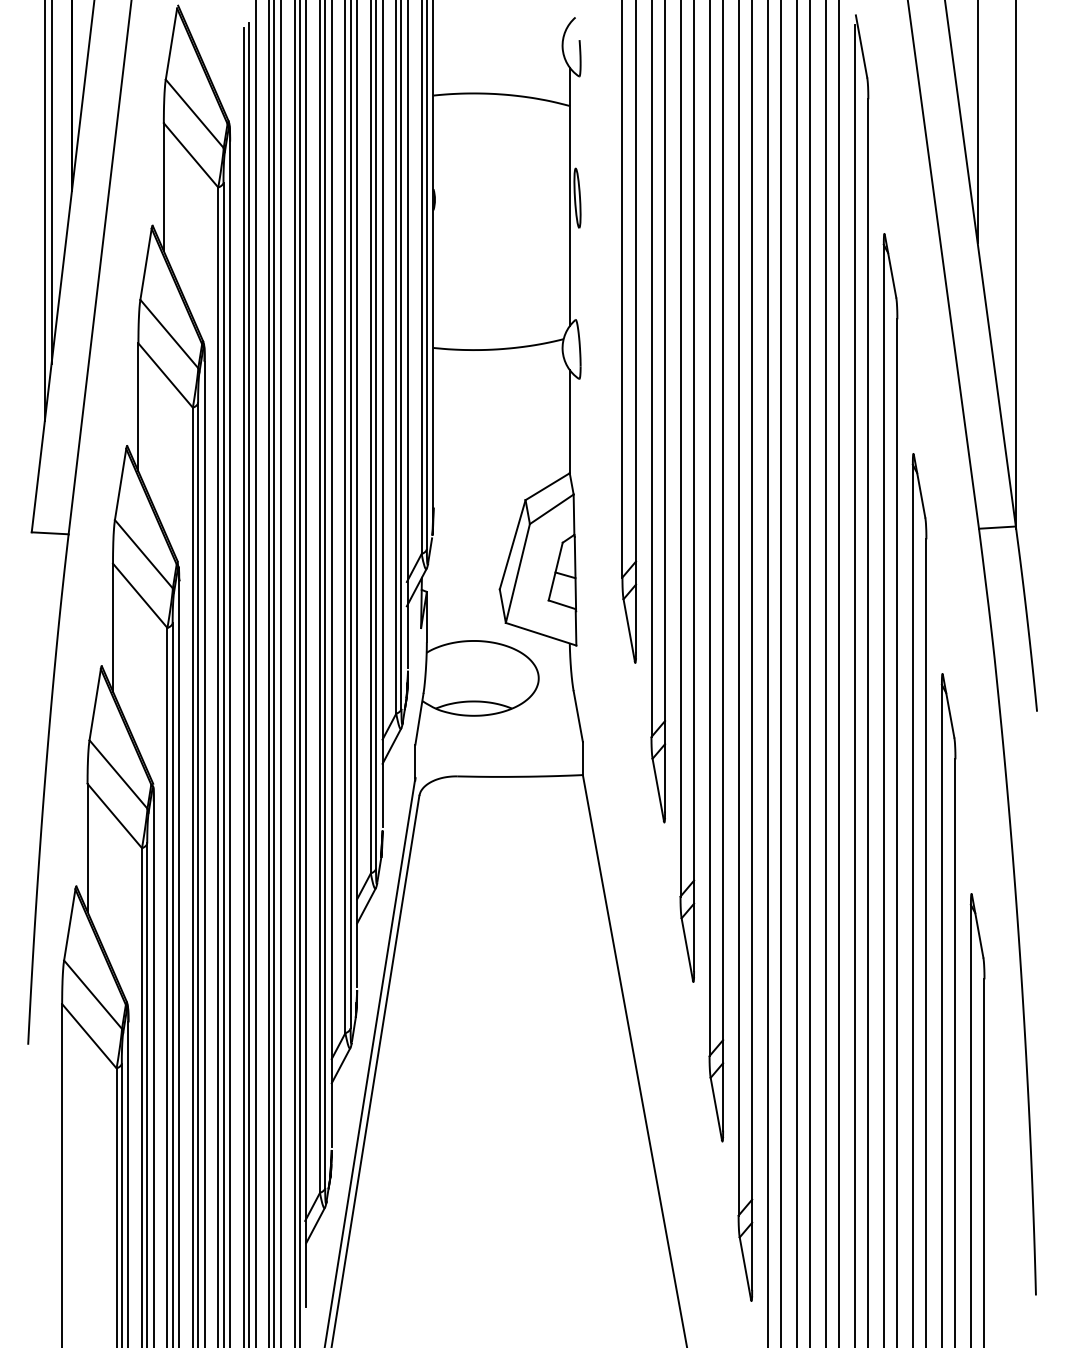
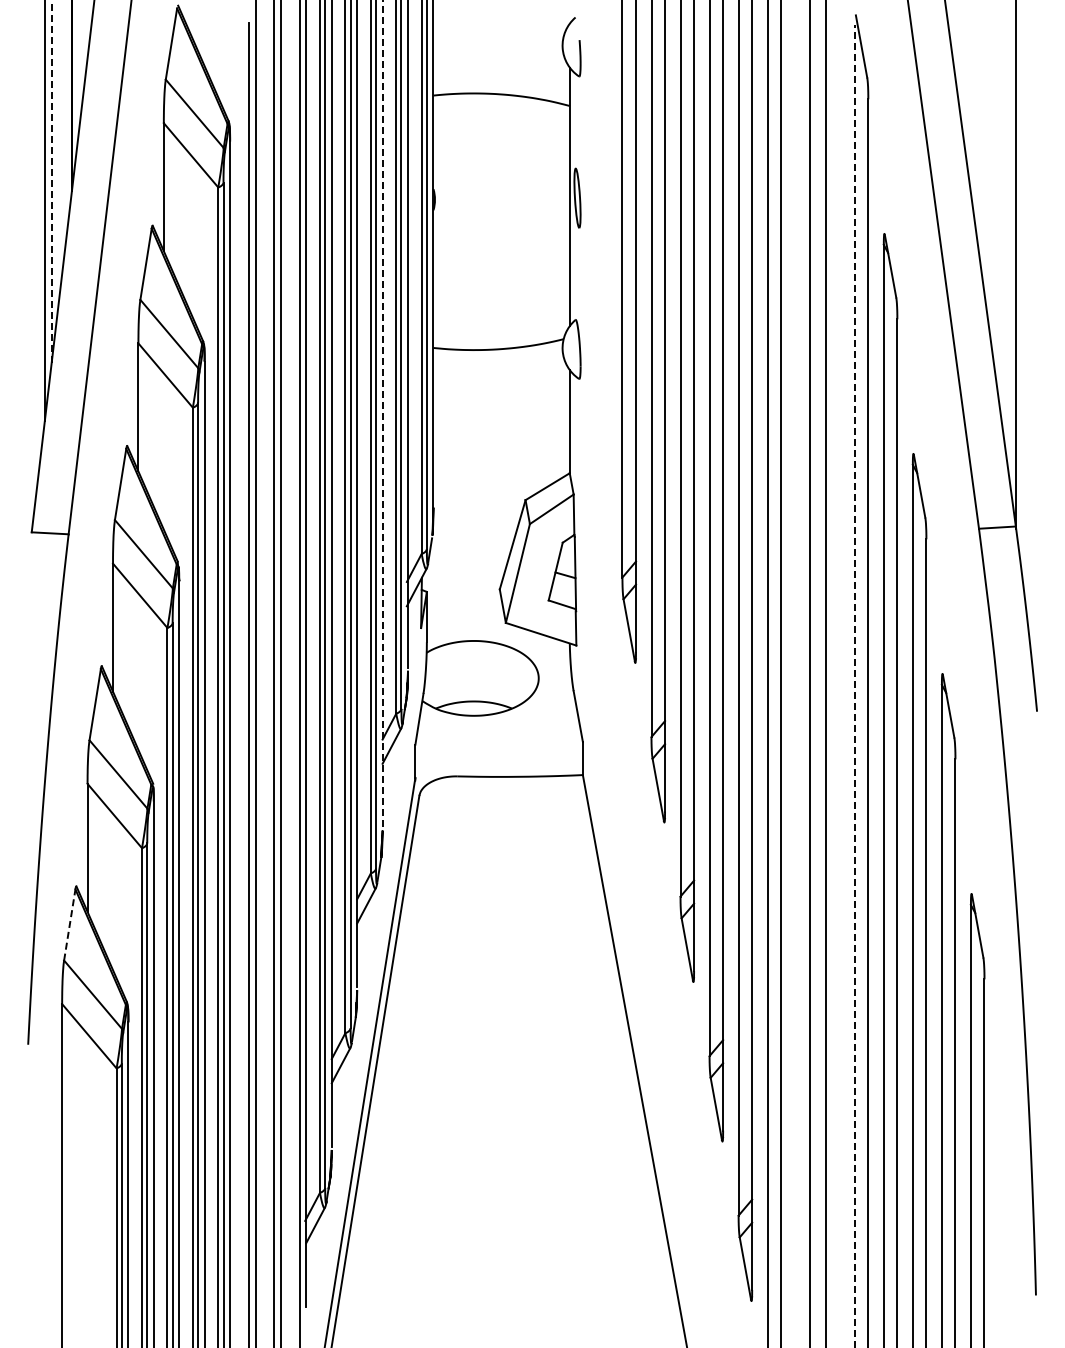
line at (977, 122): present -> none
line at (51, 182): solid -> dashed
line at (382, 413): solid -> dashed
line at (269, 673): present -> none
line at (294, 673): present -> none
line at (796, 673): present -> none
line at (839, 673): present -> none
line at (243, 685): present -> none
line at (854, 685): solid -> dashed
line at (69, 924): solid -> dashed
